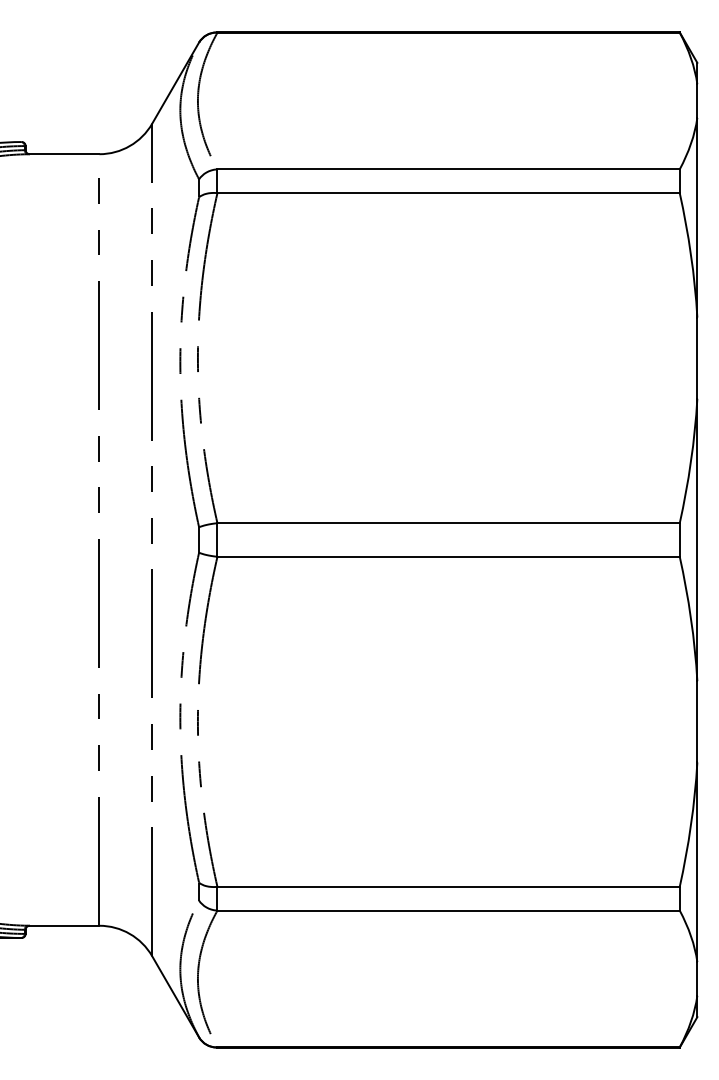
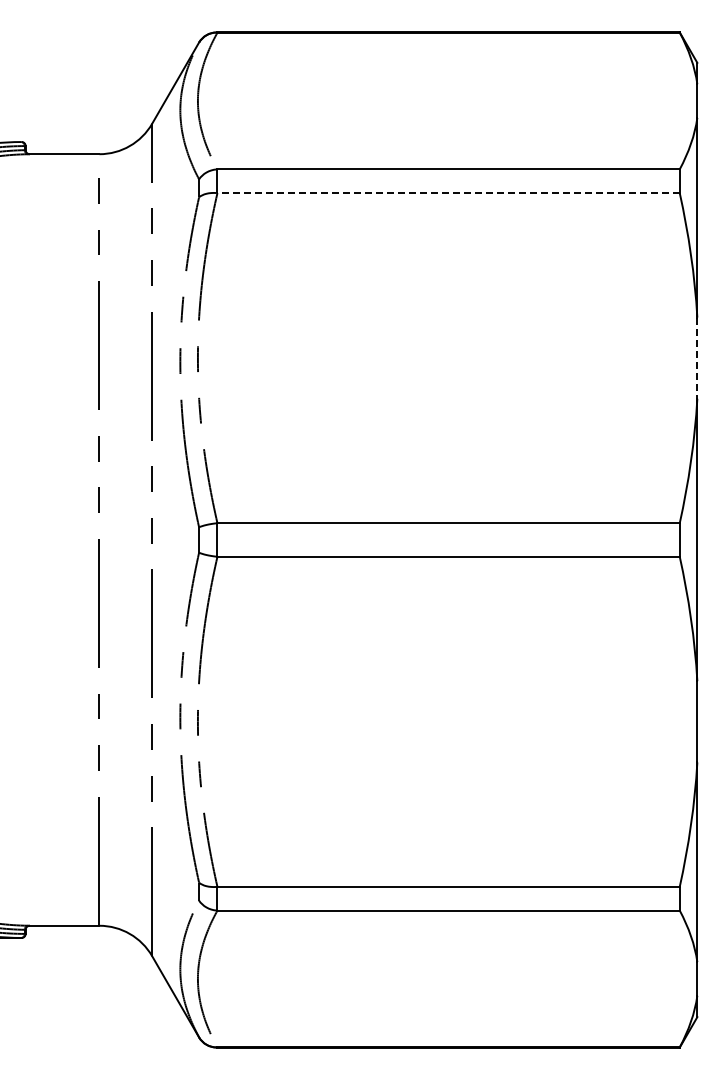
line at (448, 193): solid -> dashed
line at (697, 358): solid -> dashed
